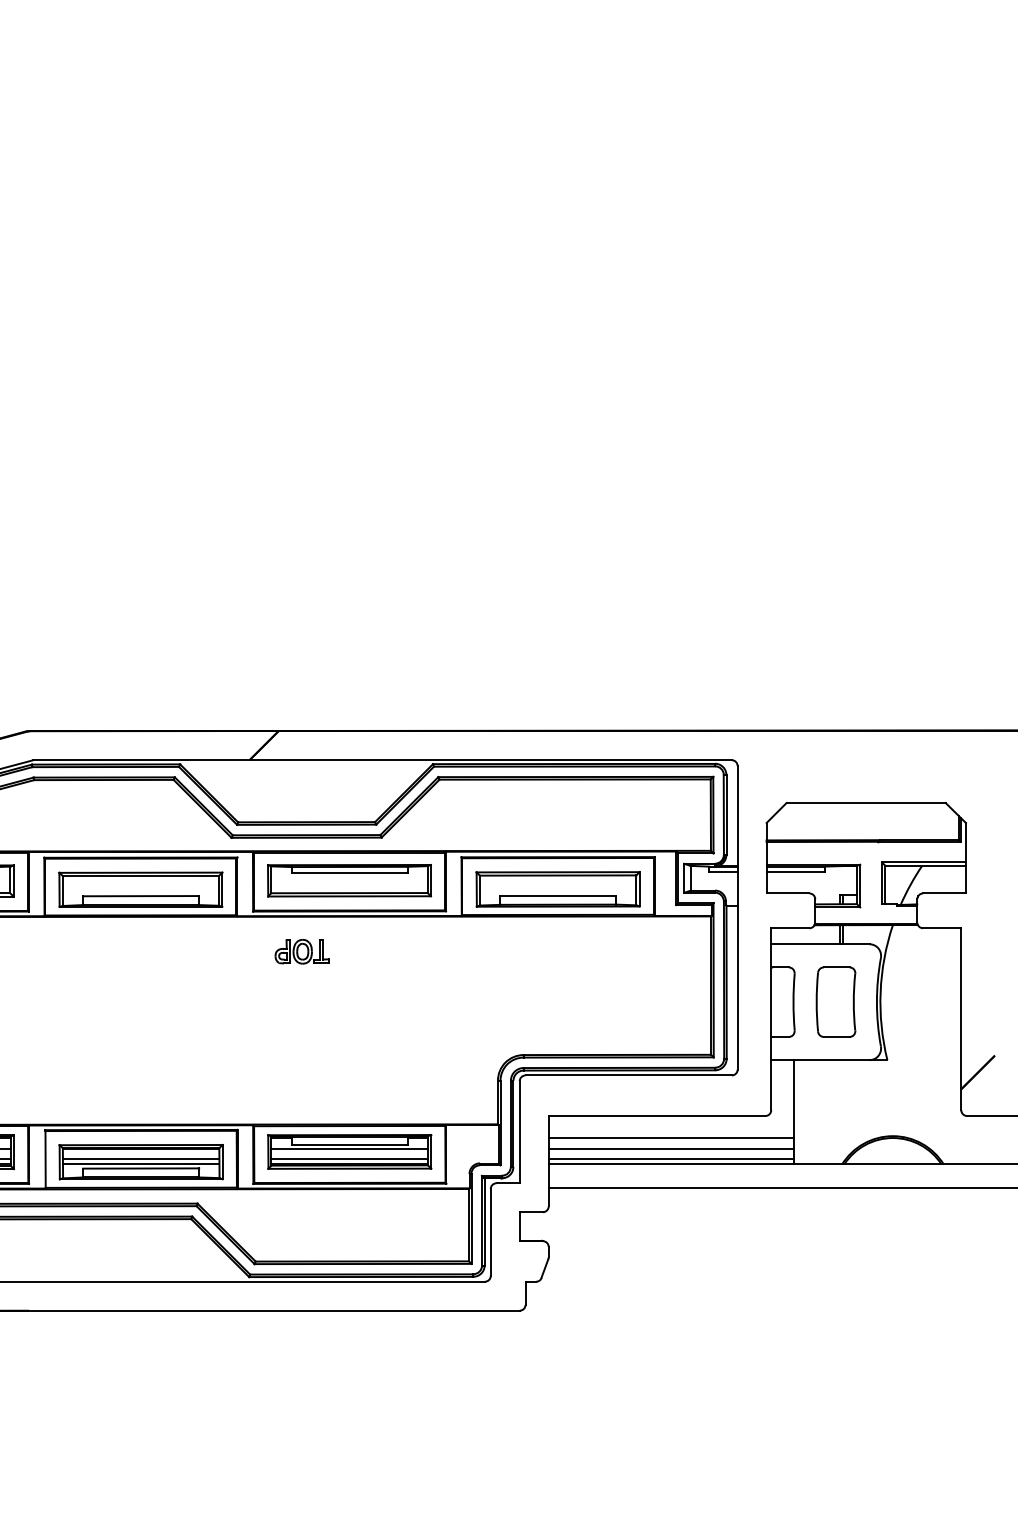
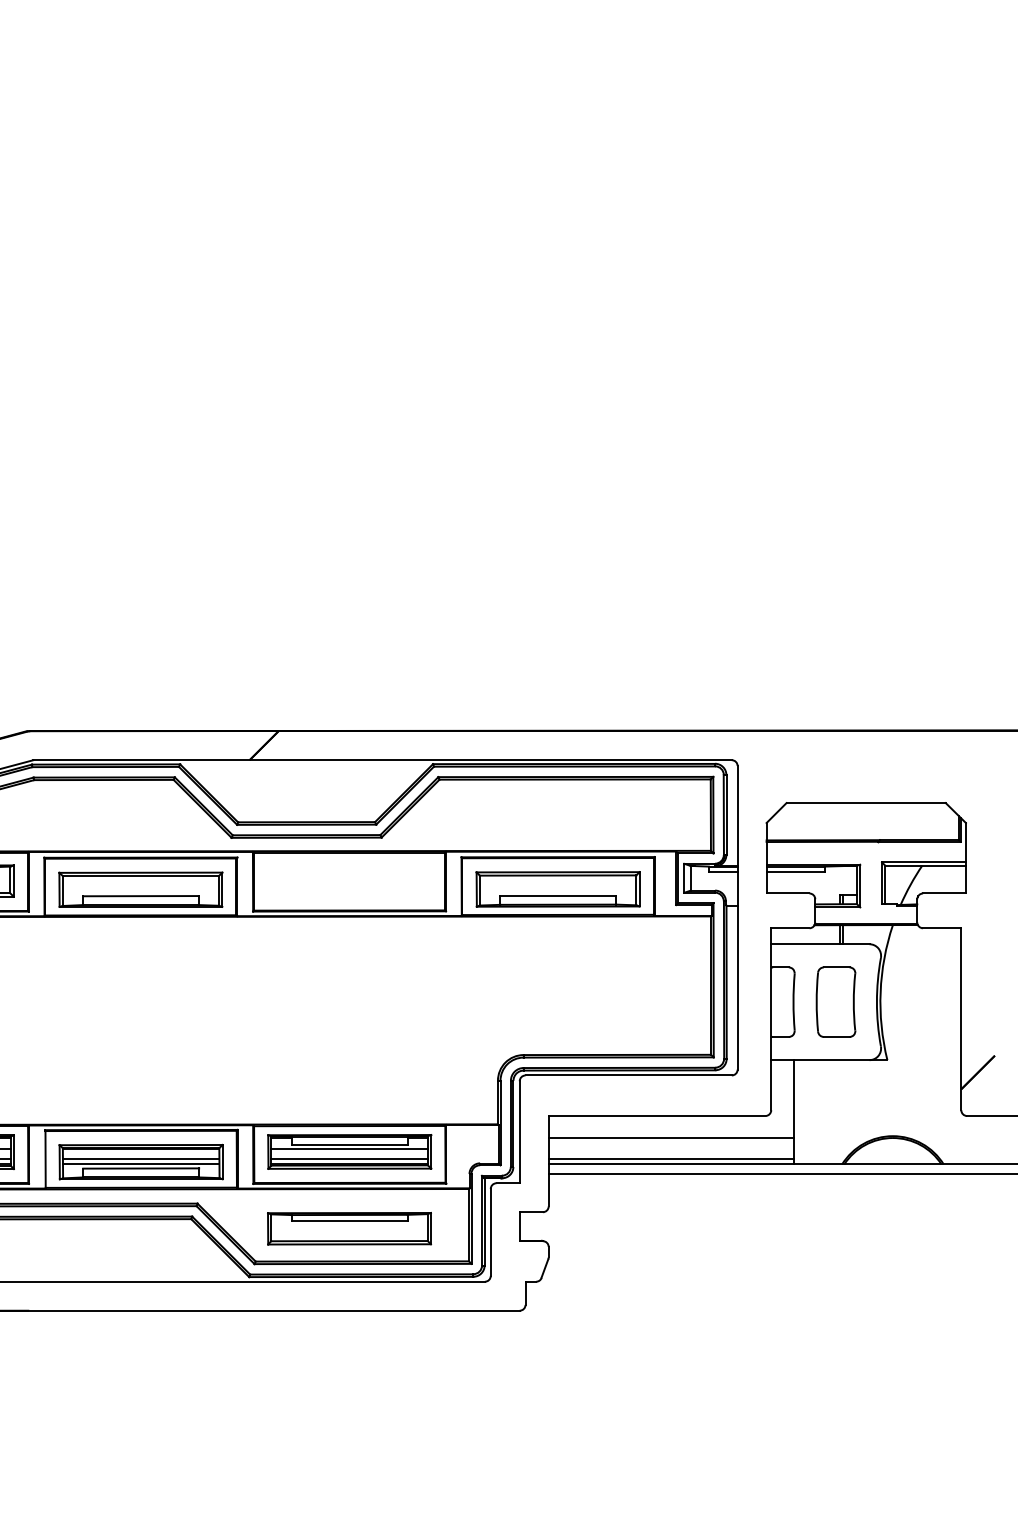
part at (349, 880) position: (349, 880) -> (349, 1228)
part at (301, 951): present -> none
line at (670, 1148): present -> none
line at (781, 1187) position: (781, 1187) -> (781, 1173)
